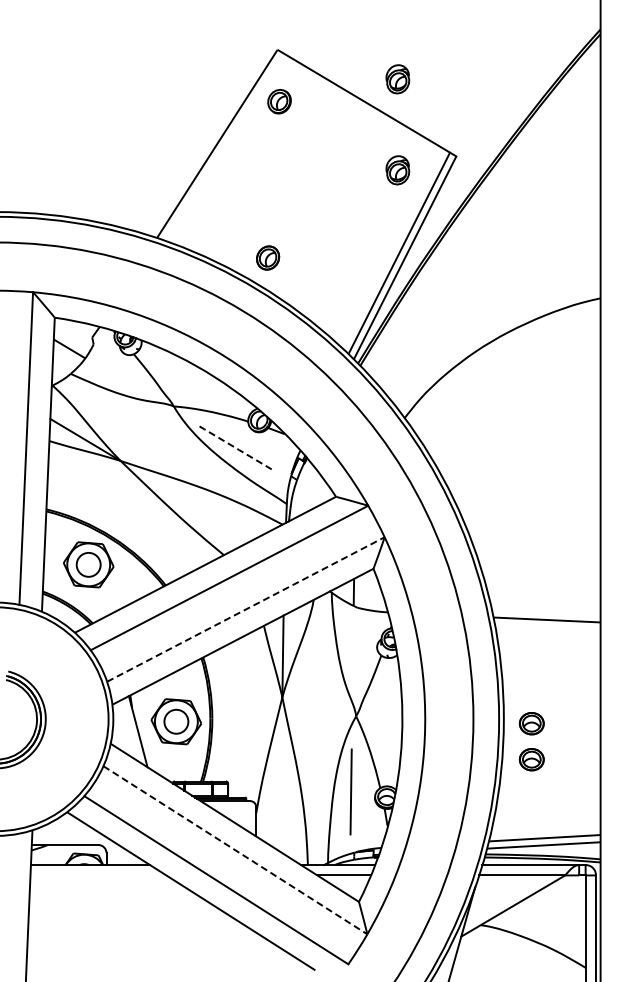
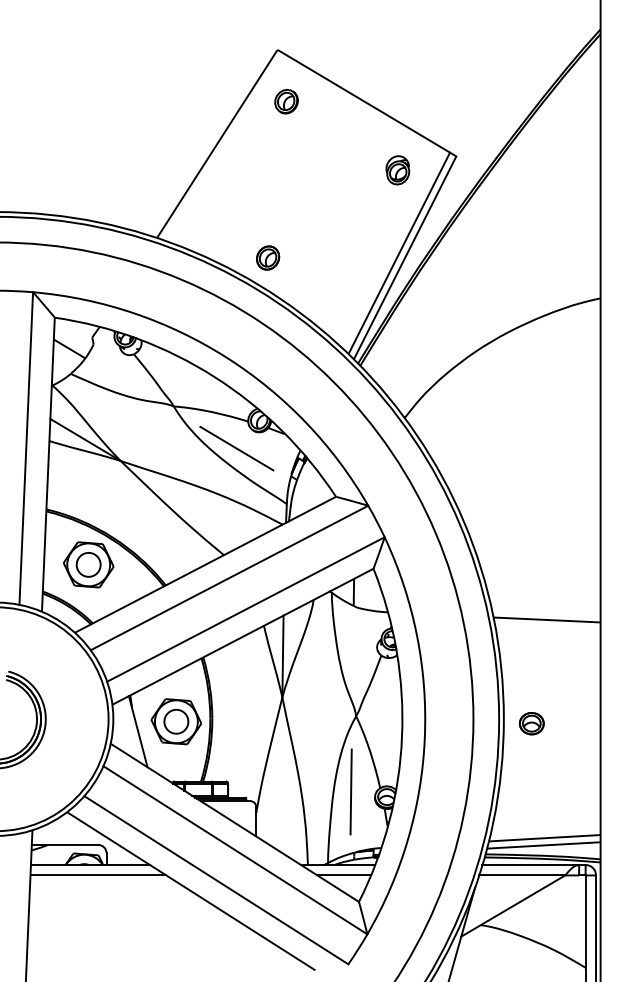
part at (397, 79): present -> none
part at (279, 101) position: (279, 101) -> (286, 101)
line at (236, 448): dashed -> solid
line at (246, 609): dashed -> solid
part at (531, 759): present -> none
line at (235, 850): dashed -> solid
line at (98, 875): none -> present
